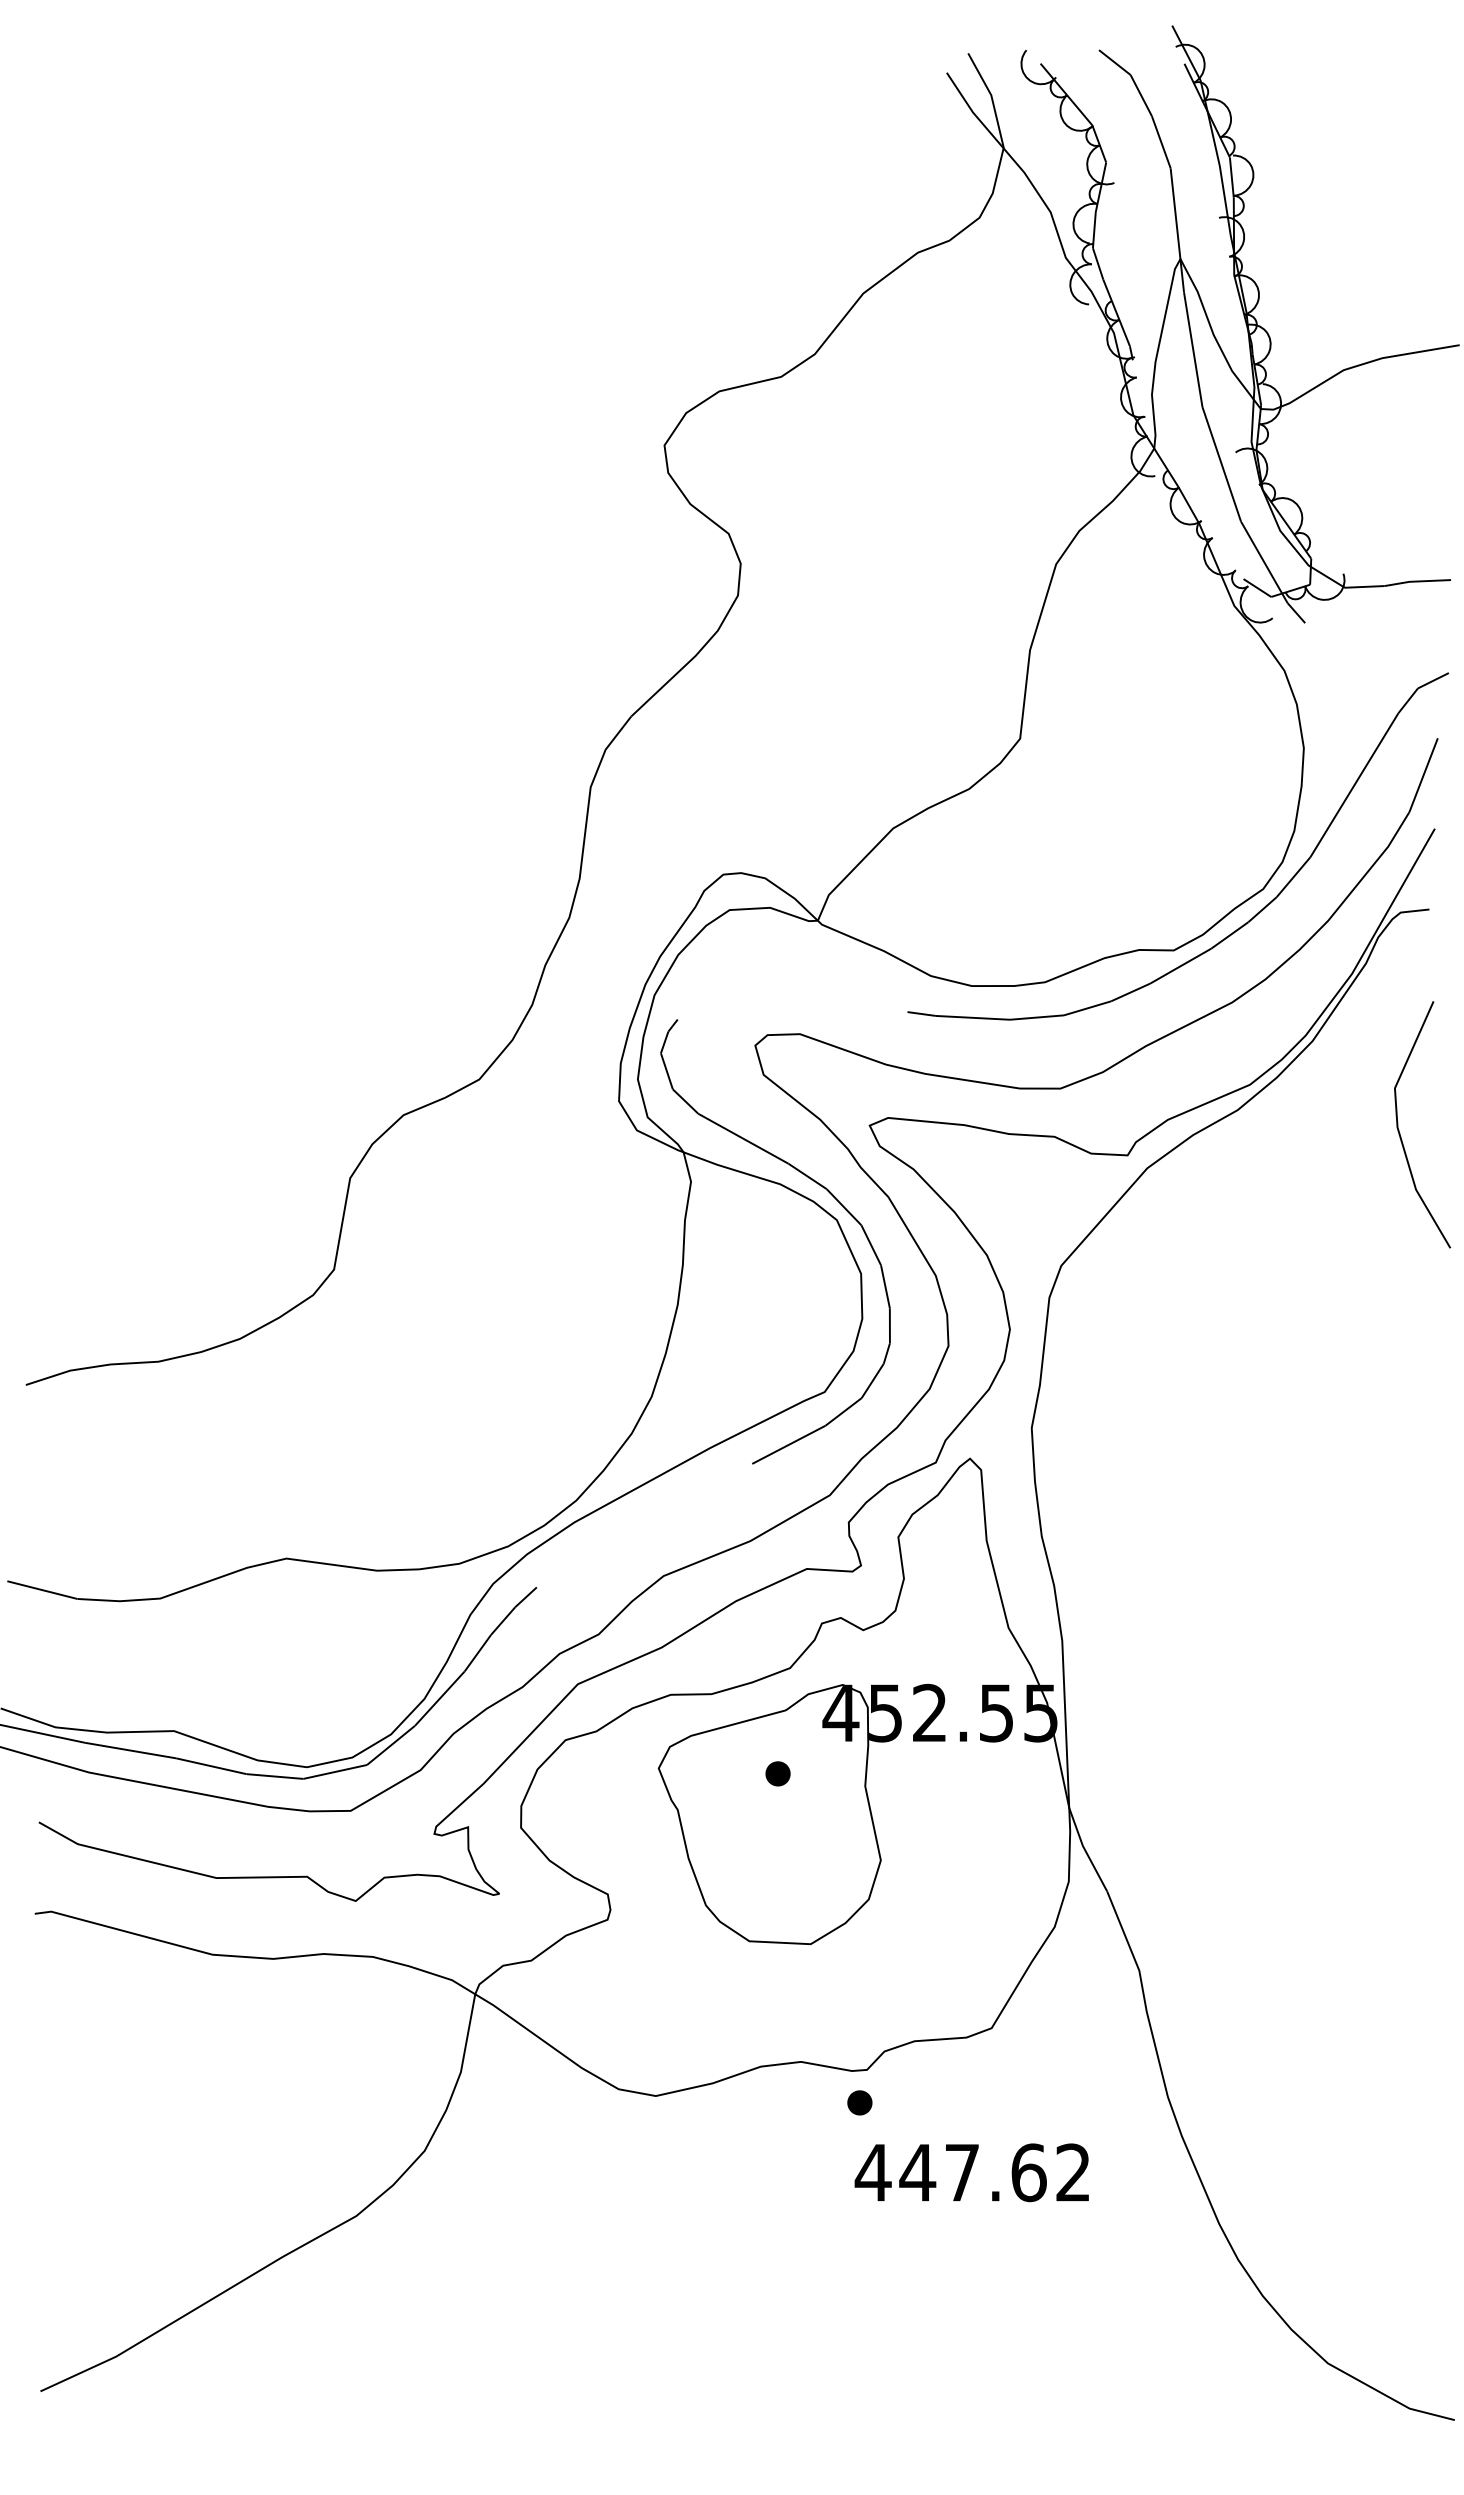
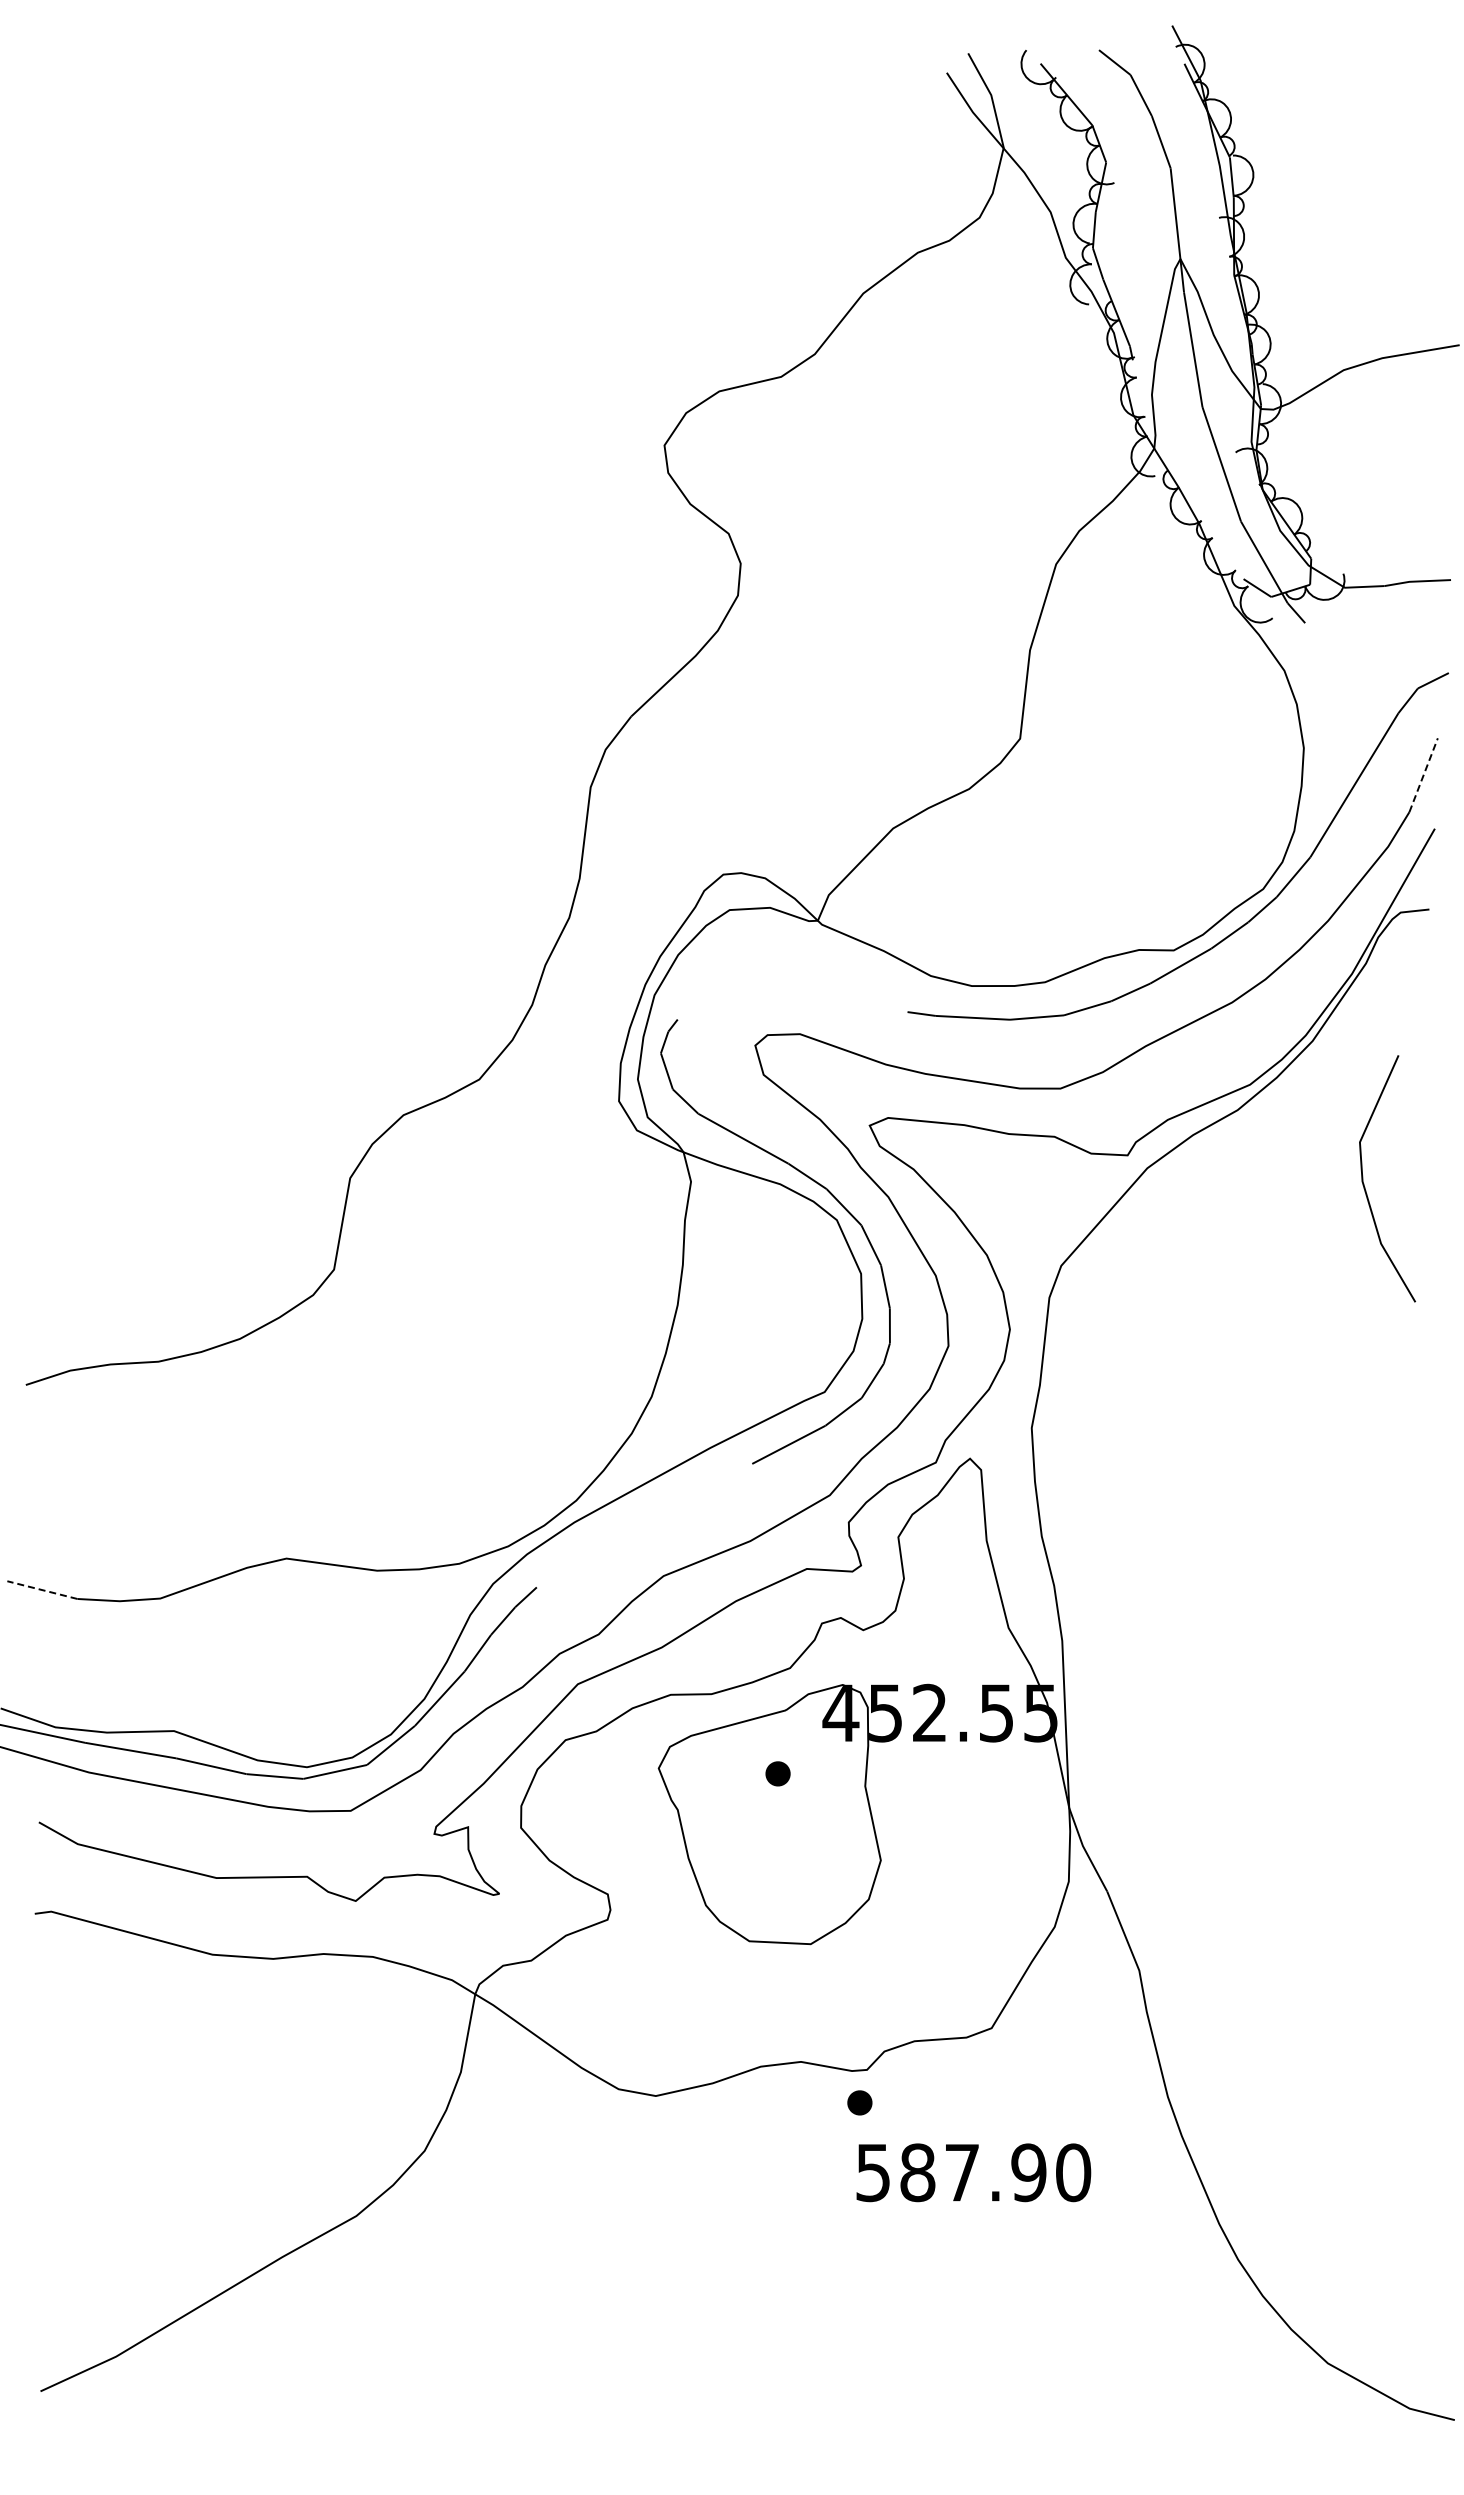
line at (1423, 775): solid -> dashed
line at (1399, 1129) position: (1399, 1129) -> (1364, 1183)
line at (41, 1589): solid -> dashed
text at (972, 2172): 447.62 -> 587.90
